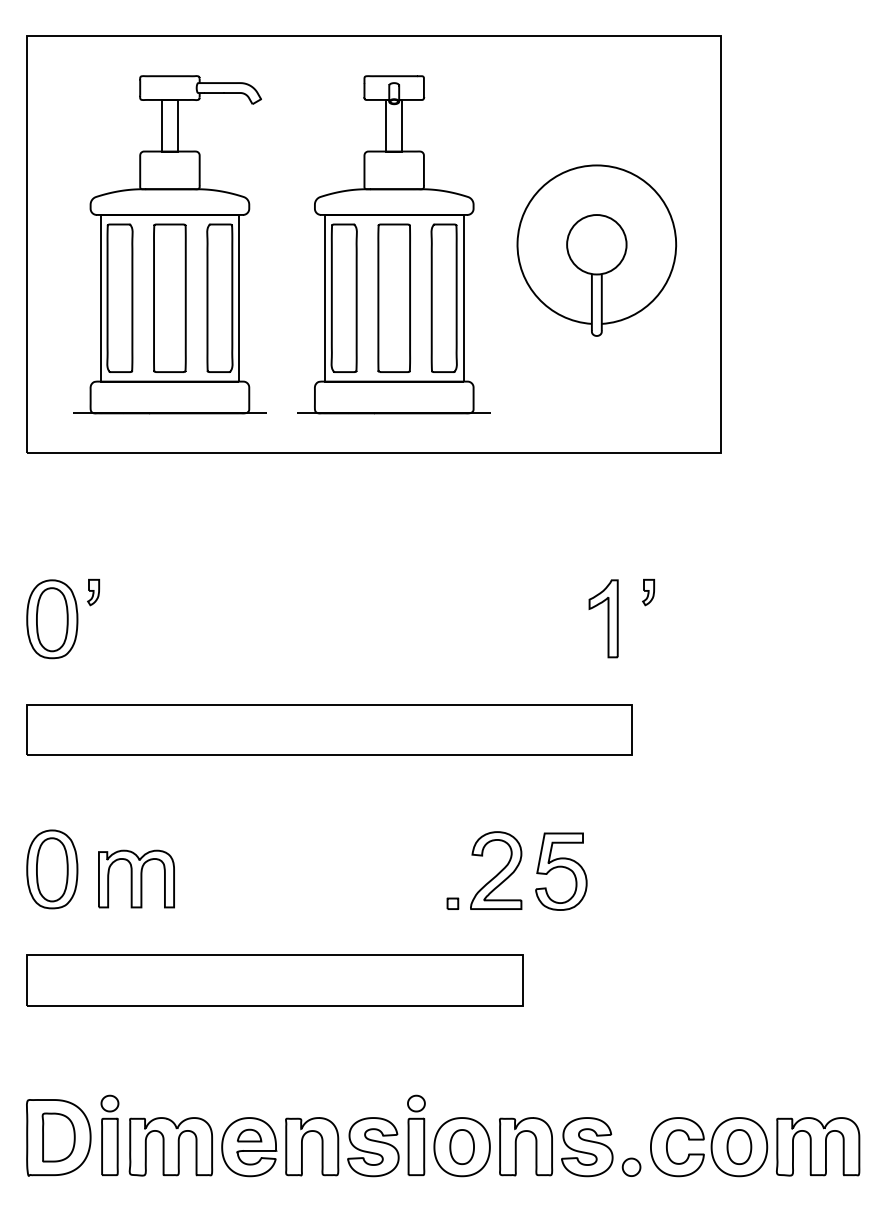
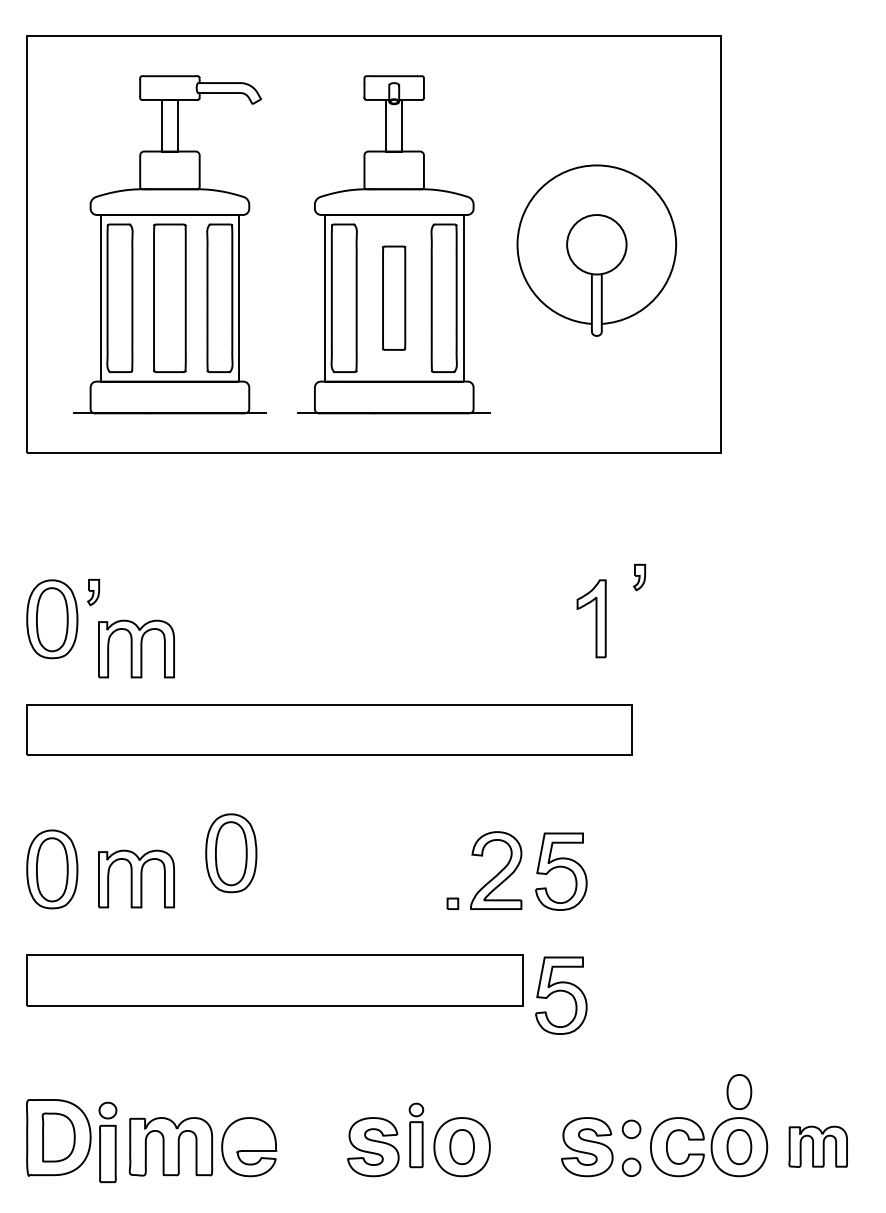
part at (393, 297) size: 34x150 px -> 25x106 px
part at (648, 592) position: (648, 592) -> (639, 577)
part at (603, 618) position: (603, 618) -> (591, 618)
part at (136, 648): none -> present
part at (231, 853): none -> present
part at (561, 995): none -> present
part at (739, 1091): none -> present
part at (631, 1128): none -> present
part at (109, 1135) position: (109, 1135) -> (107, 1142)
part at (249, 1135): present -> none
part at (416, 1135) size: 19x83 px -> 17x67 px
part at (321, 1146): present -> none
part at (535, 1146): present -> none
part at (818, 1146) size: 85x60 px -> 60x43 px
